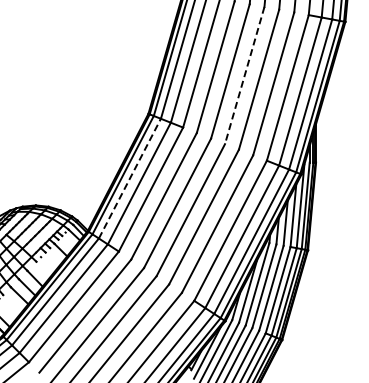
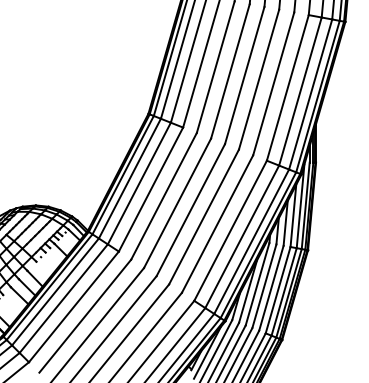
line at (244, 76): dashed -> solid
line at (130, 178): dashed -> solid
